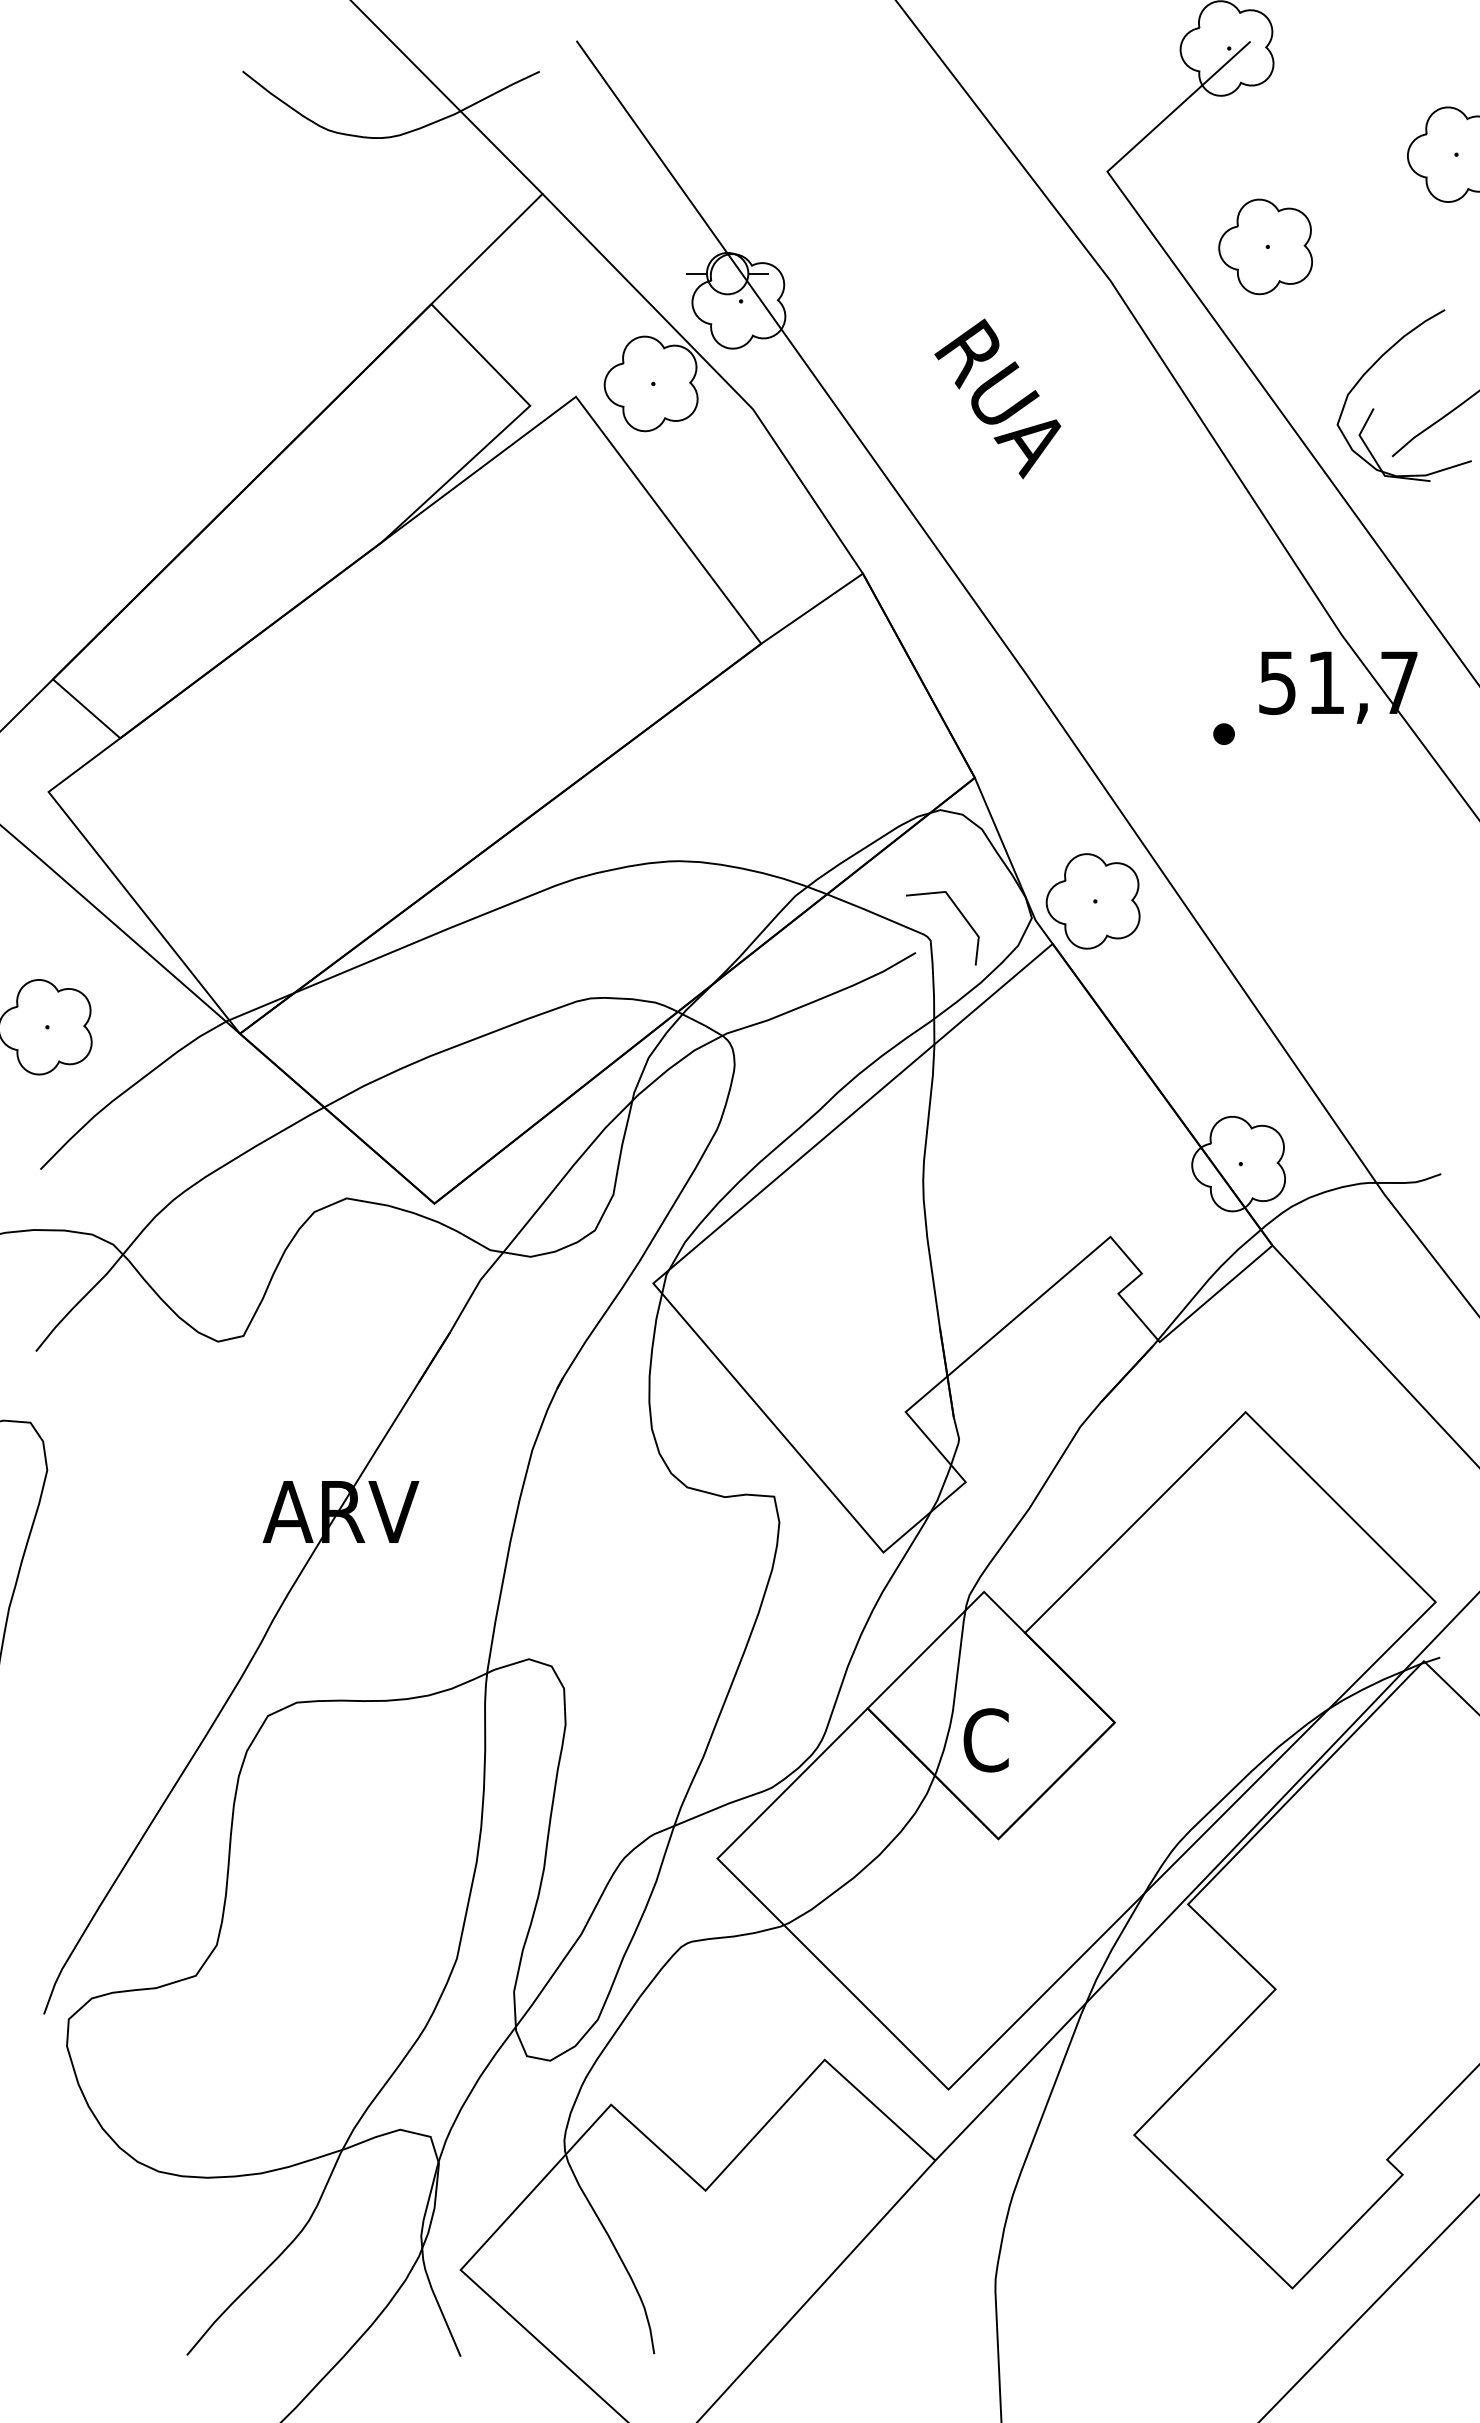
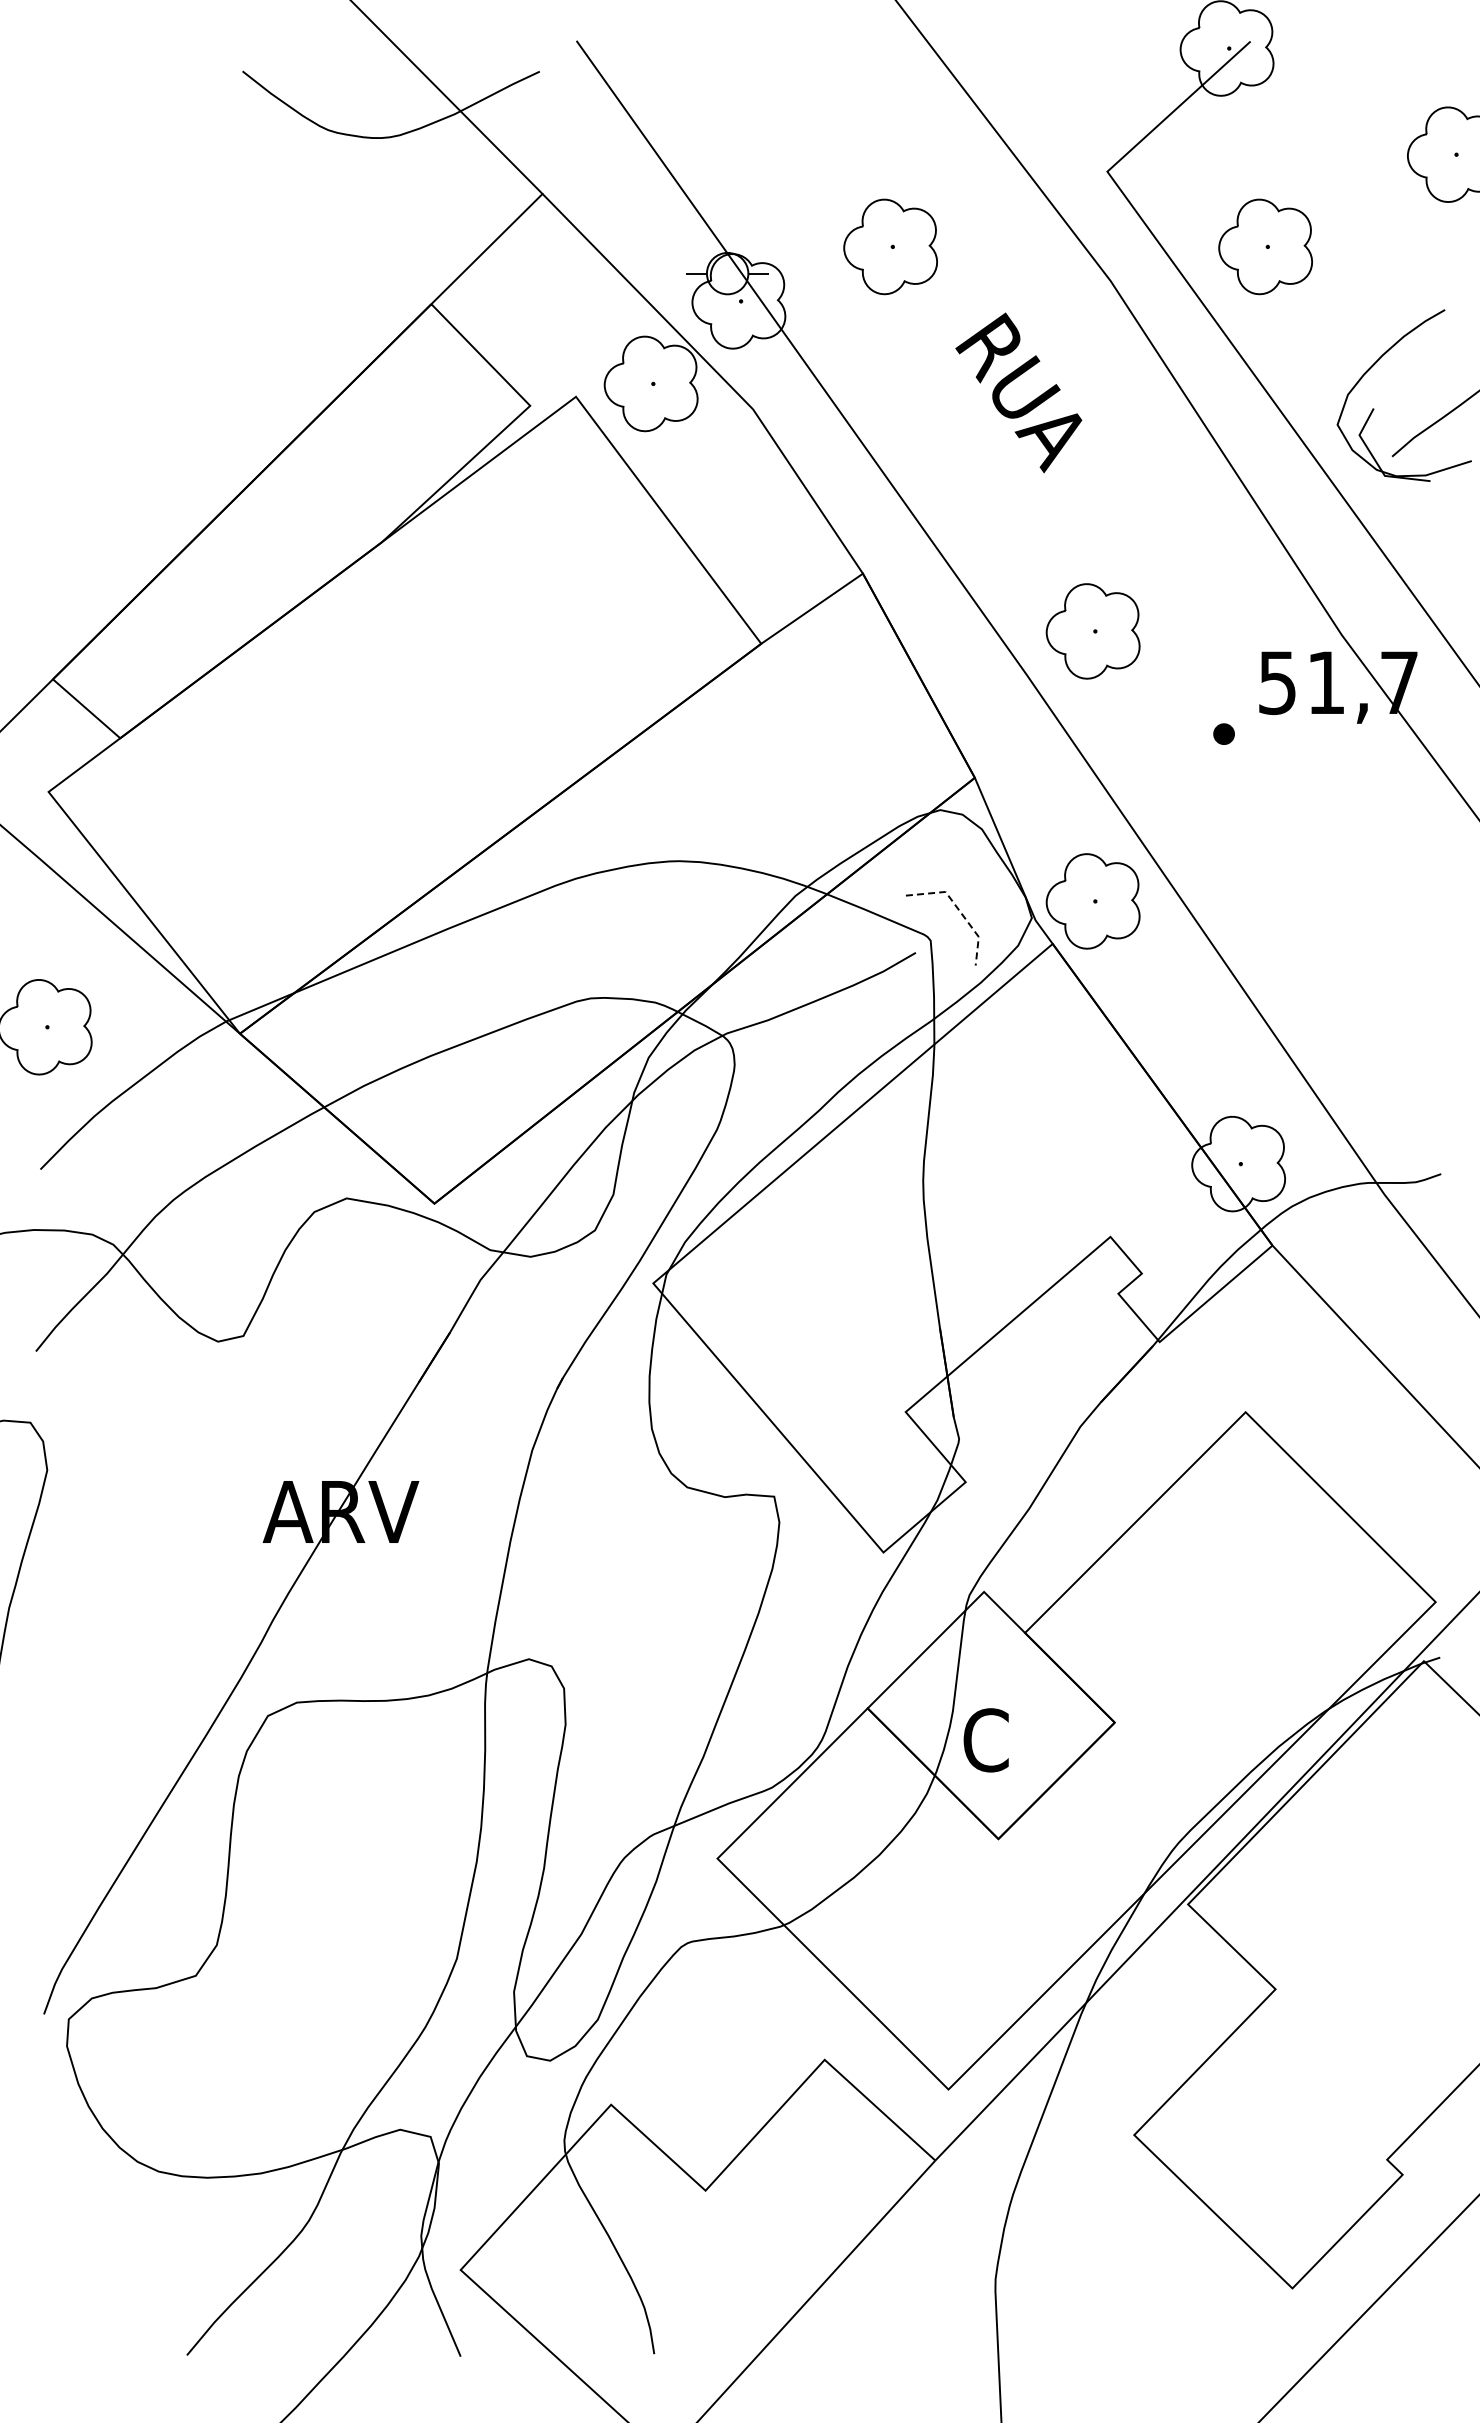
part at (890, 246): none -> present
text at (997, 398) position: (997, 398) -> (1018, 392)
part at (1092, 631): none -> present
line at (959, 910): solid -> dashed
